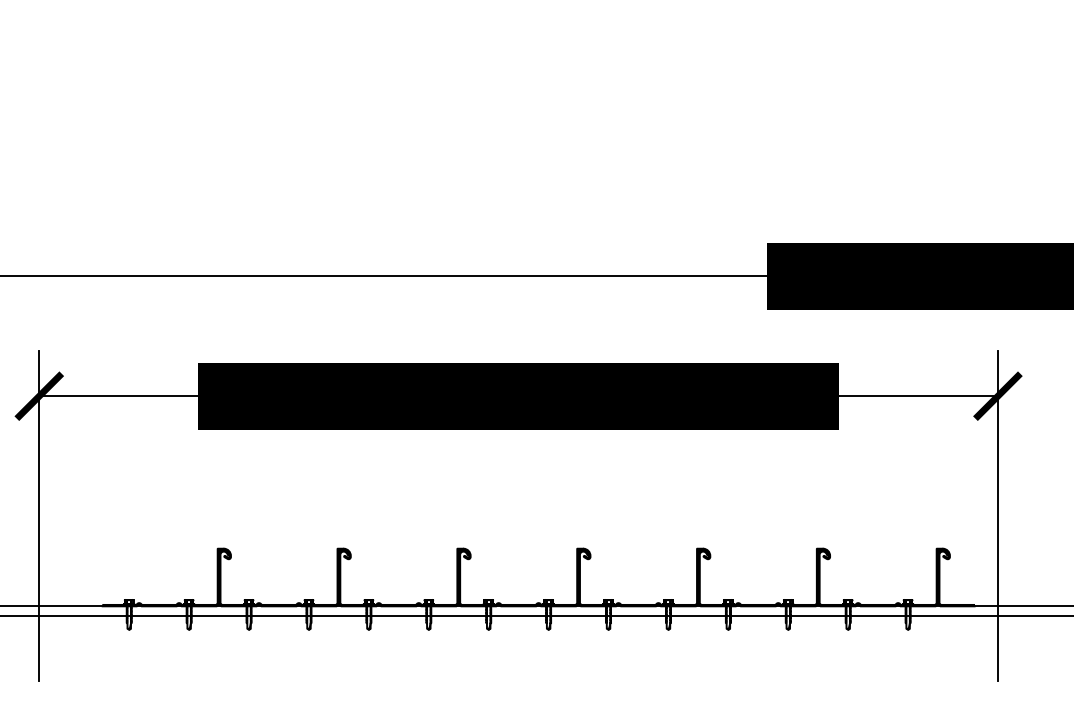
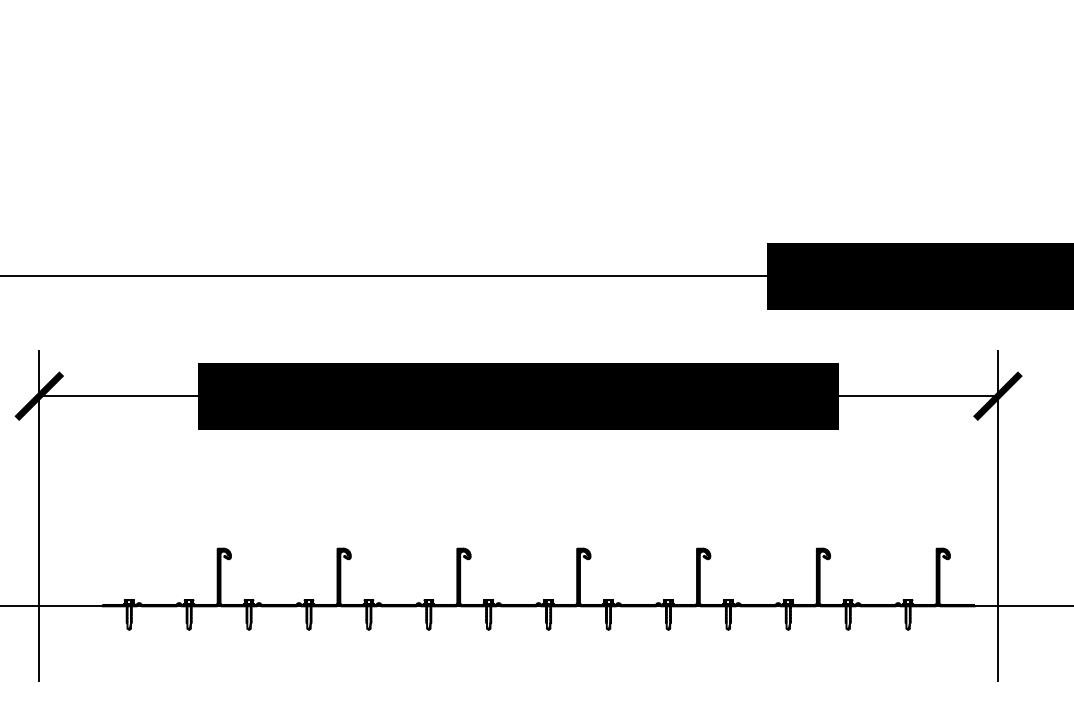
line at (536, 616): present -> none
